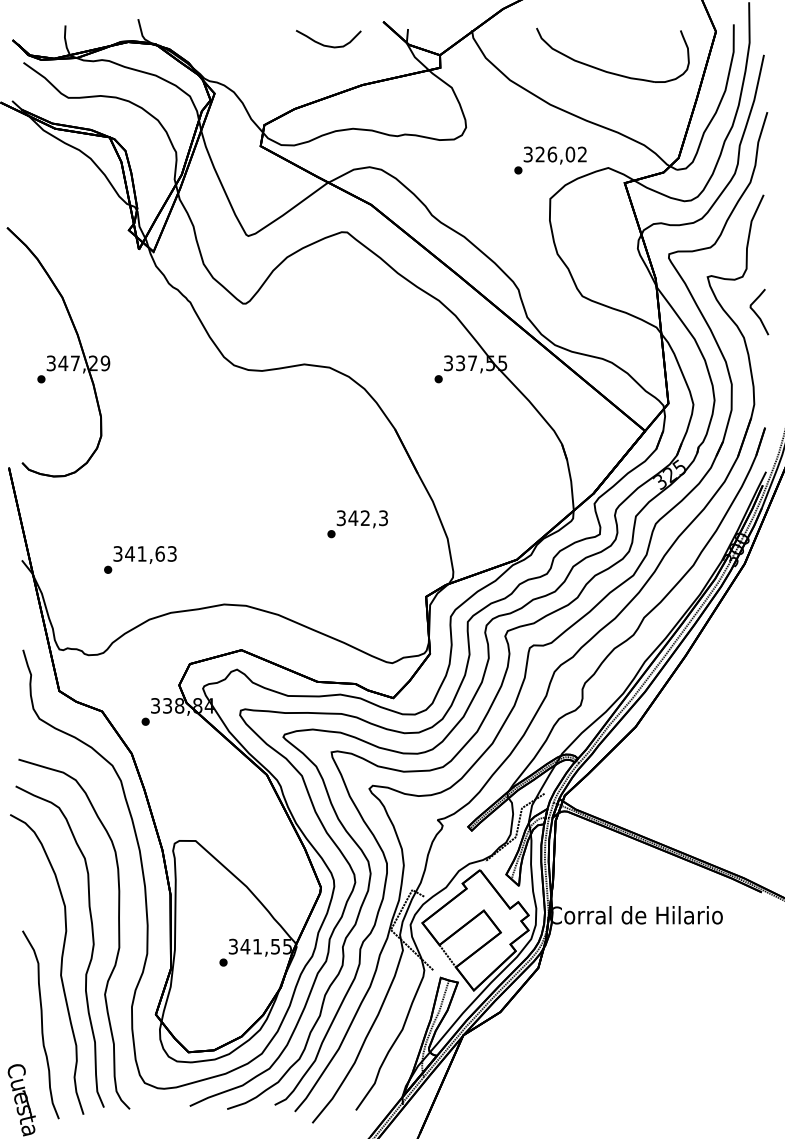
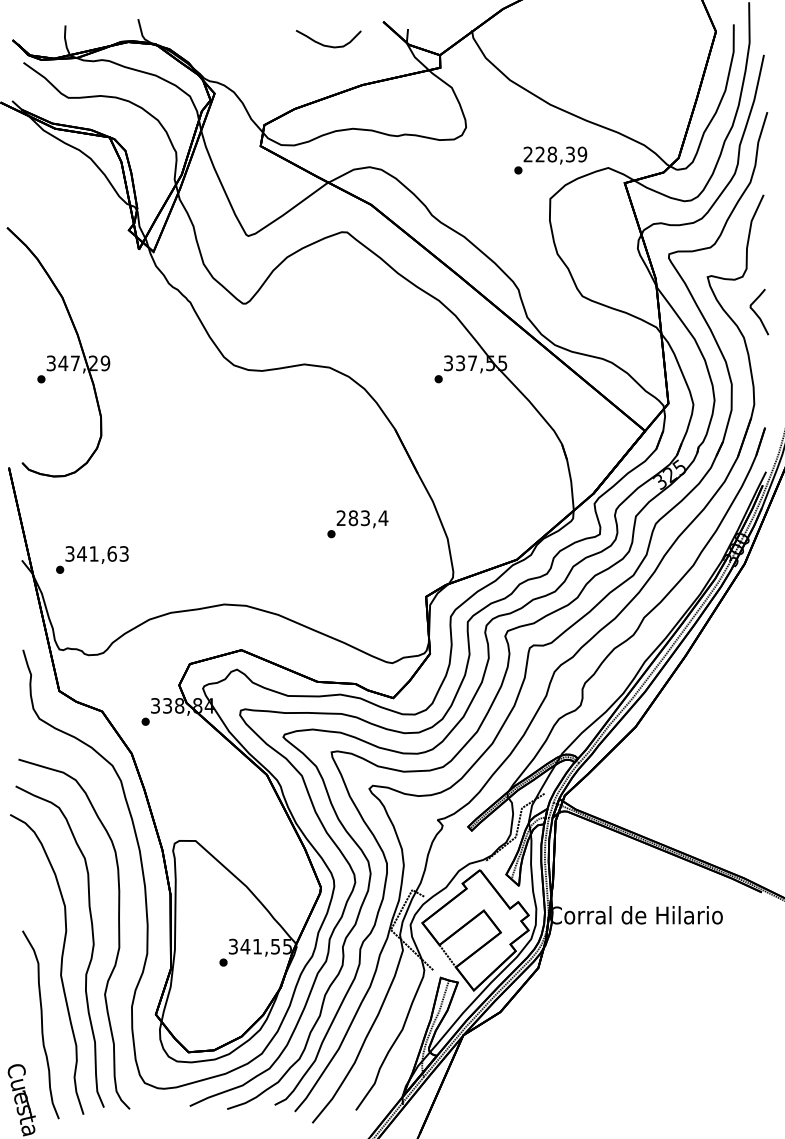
part at (609, 71): present -> none
text at (555, 154): 326,02 -> 228,39
text at (362, 518): 342,3 -> 283,4
text at (140, 559) position: (140, 559) -> (92, 559)
